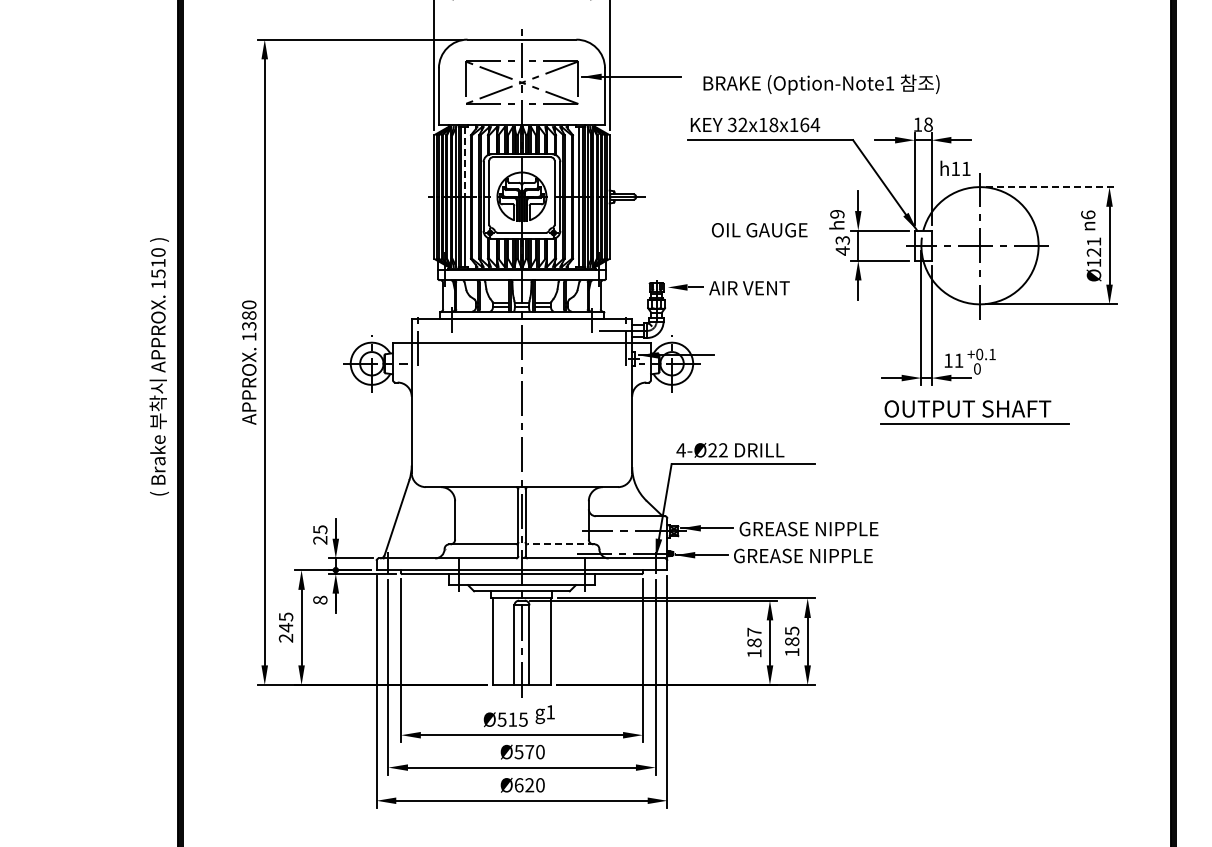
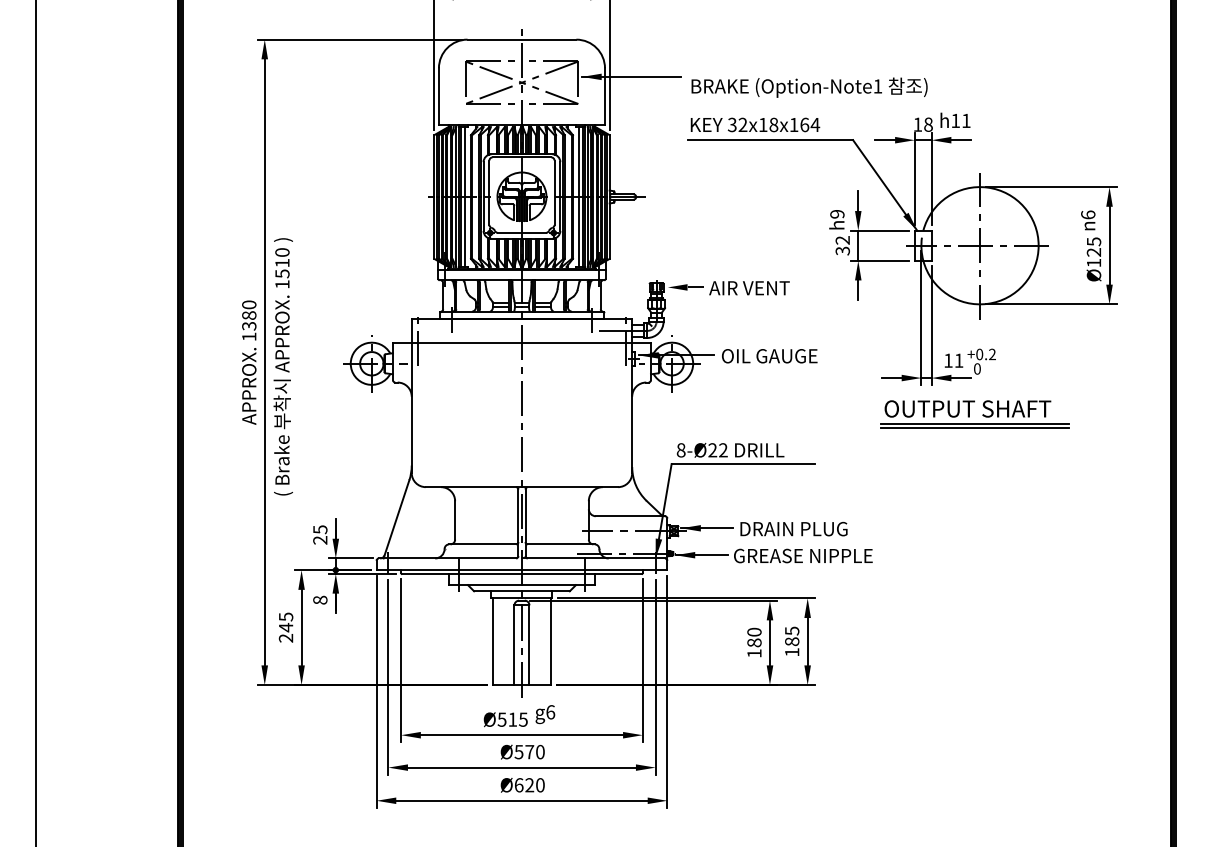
text at (821, 84) position: (821, 84) -> (809, 87)
line at (465, 162): dashed -> solid
text at (955, 167) position: (955, 167) -> (955, 119)
line at (1051, 187): dashed -> solid
text at (759, 230) position: (759, 230) -> (769, 356)
text at (1094, 241): Ø121 -> Ø125
text at (842, 245): 43 -> 32
text at (992, 353): +0.1 -> +0.2
text at (158, 366) position: (158, 366) -> (282, 366)
line at (36, 422): none -> present
line at (974, 428): none -> present
text at (680, 450): 4-Ø22 -> 8-Ø22
text at (808, 528): GREASE NIPPLE -> DRAIN PLUG
line at (560, 544): dashed -> solid
text at (754, 631): 187 -> 180
text at (550, 712): g1 -> g6
